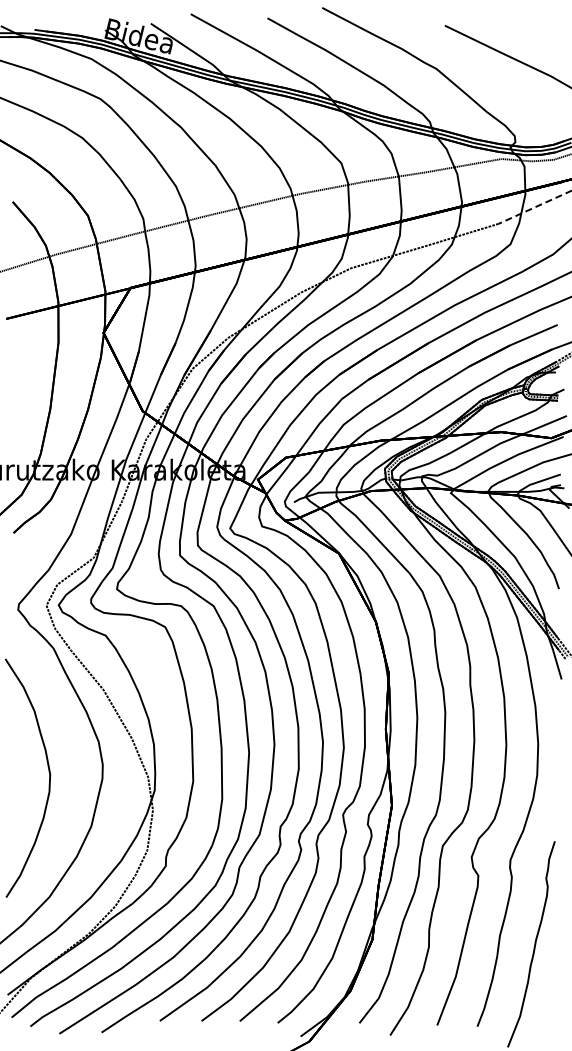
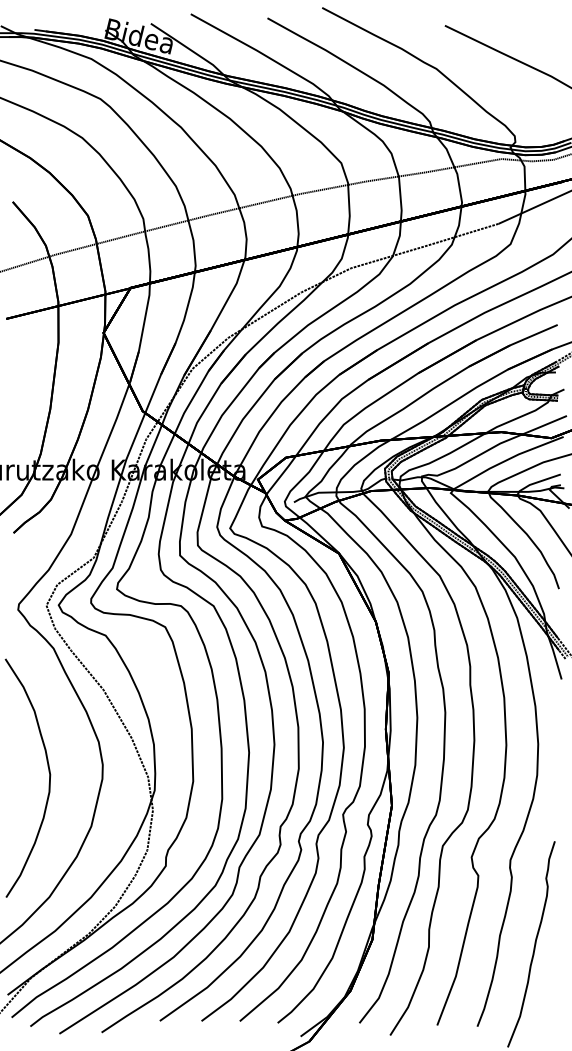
line at (534, 207): dashed -> solid
